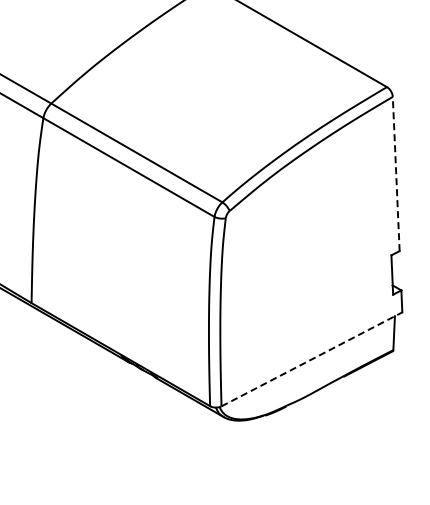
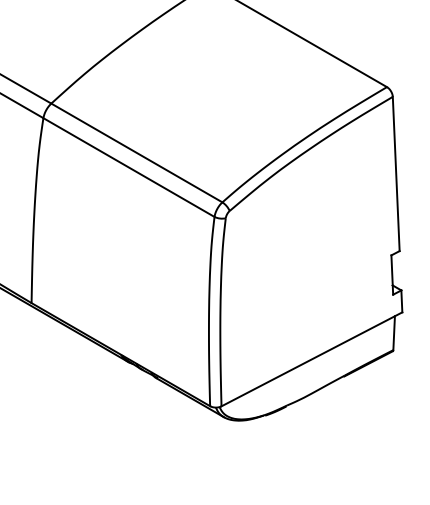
line at (396, 173): dashed -> solid
line at (311, 359): dashed -> solid
